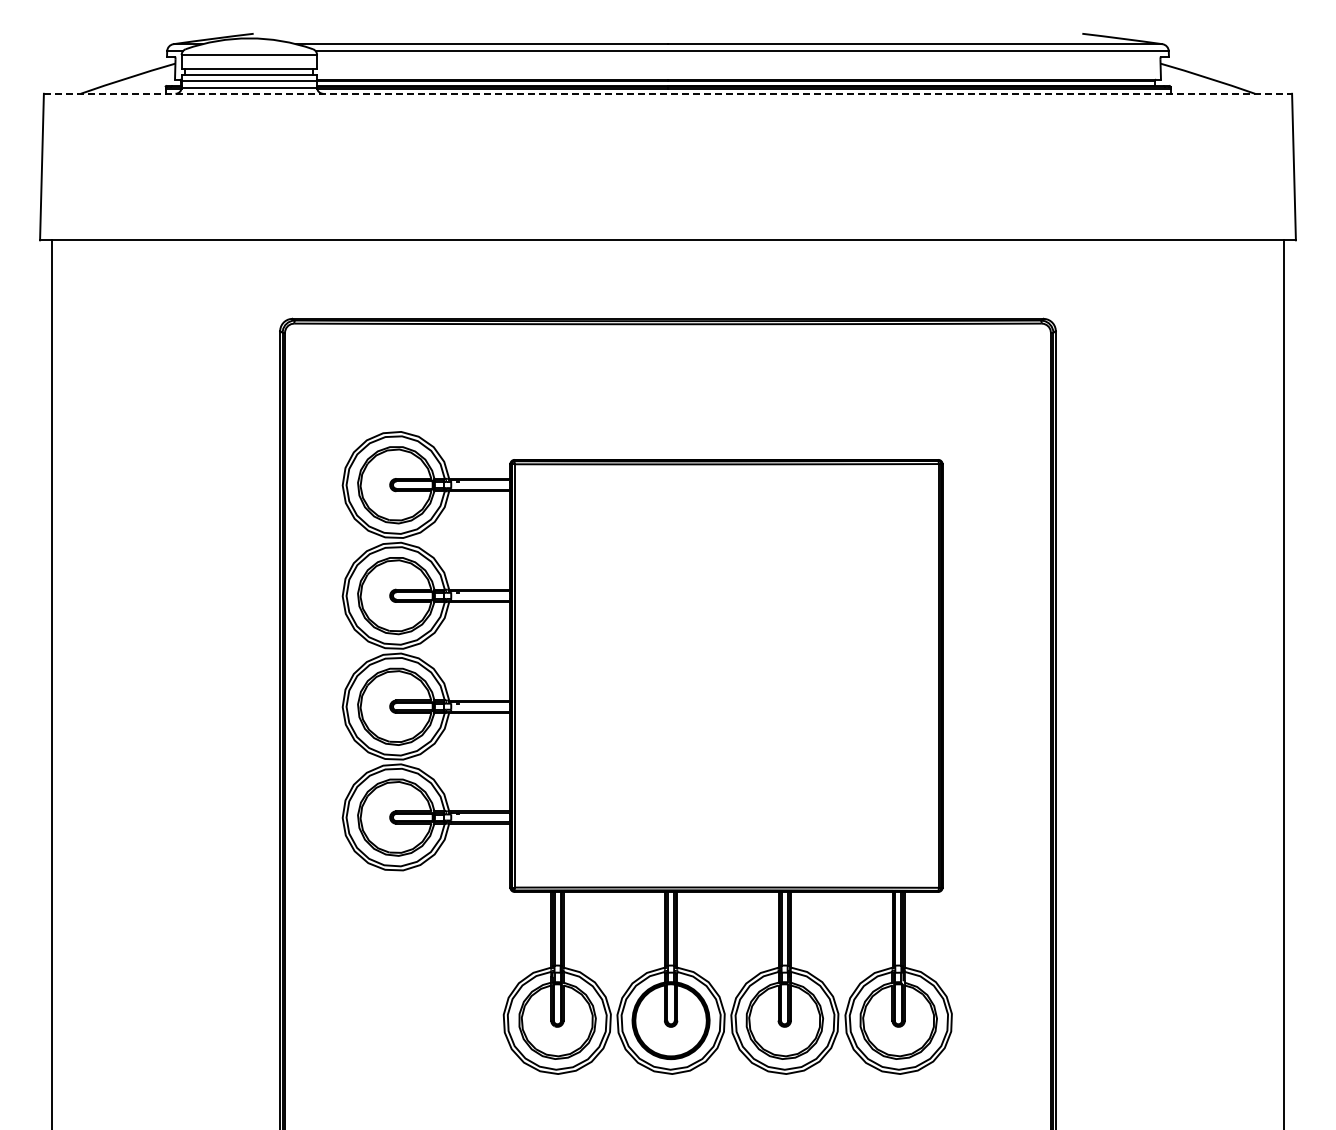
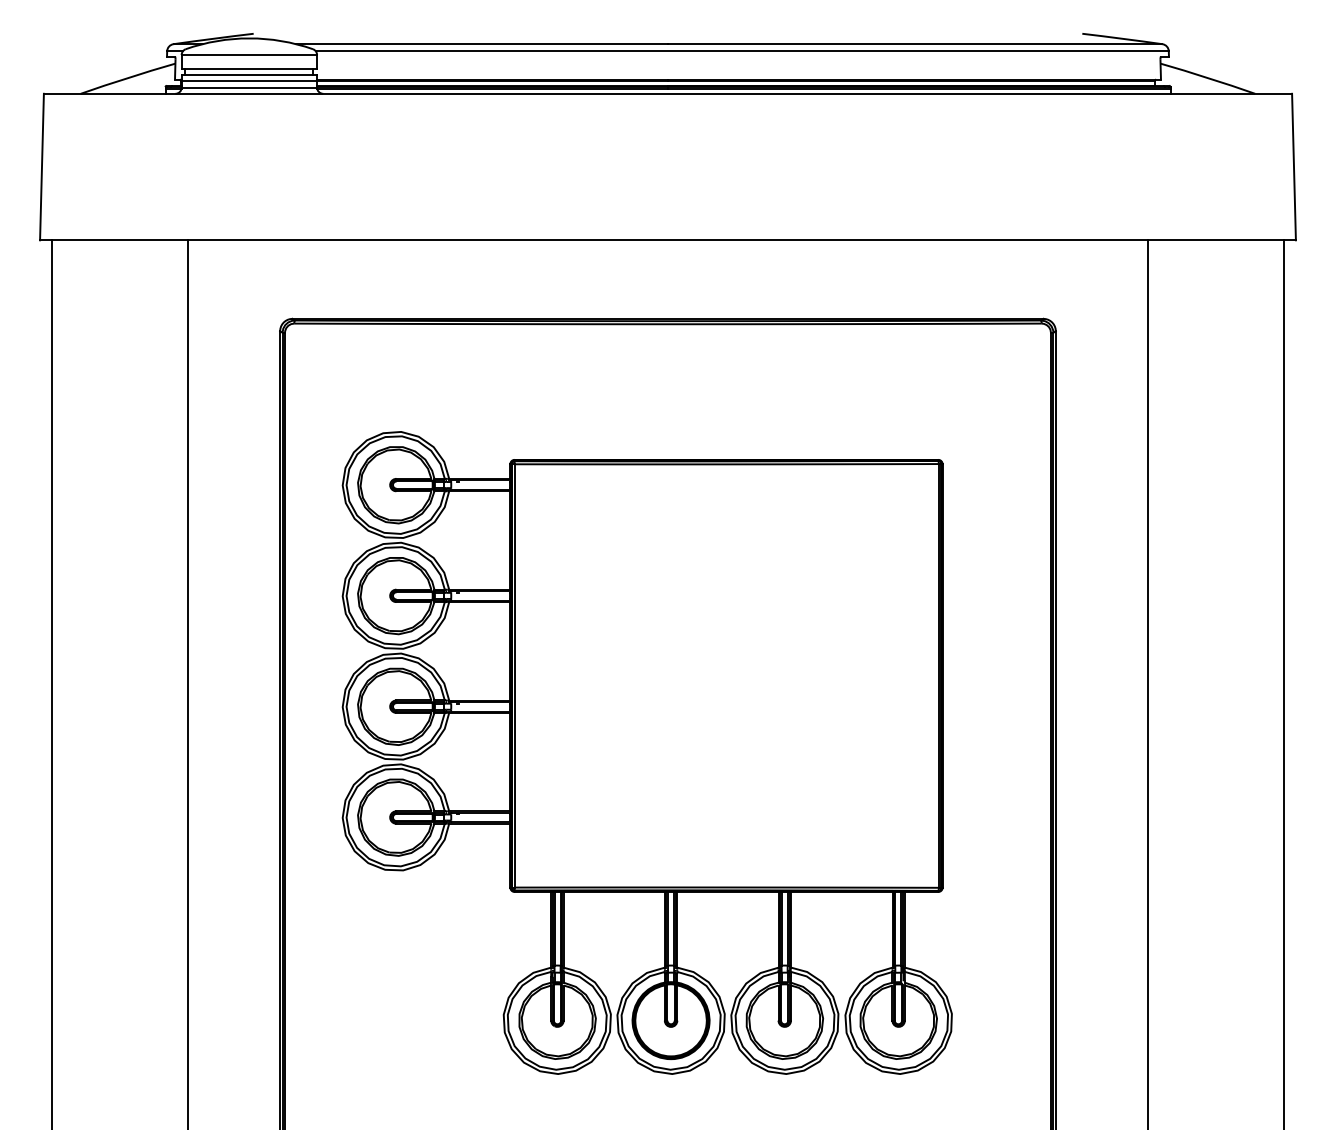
line at (668, 93): dashed -> solid
line at (187, 683): none -> present
line at (1148, 683): none -> present
